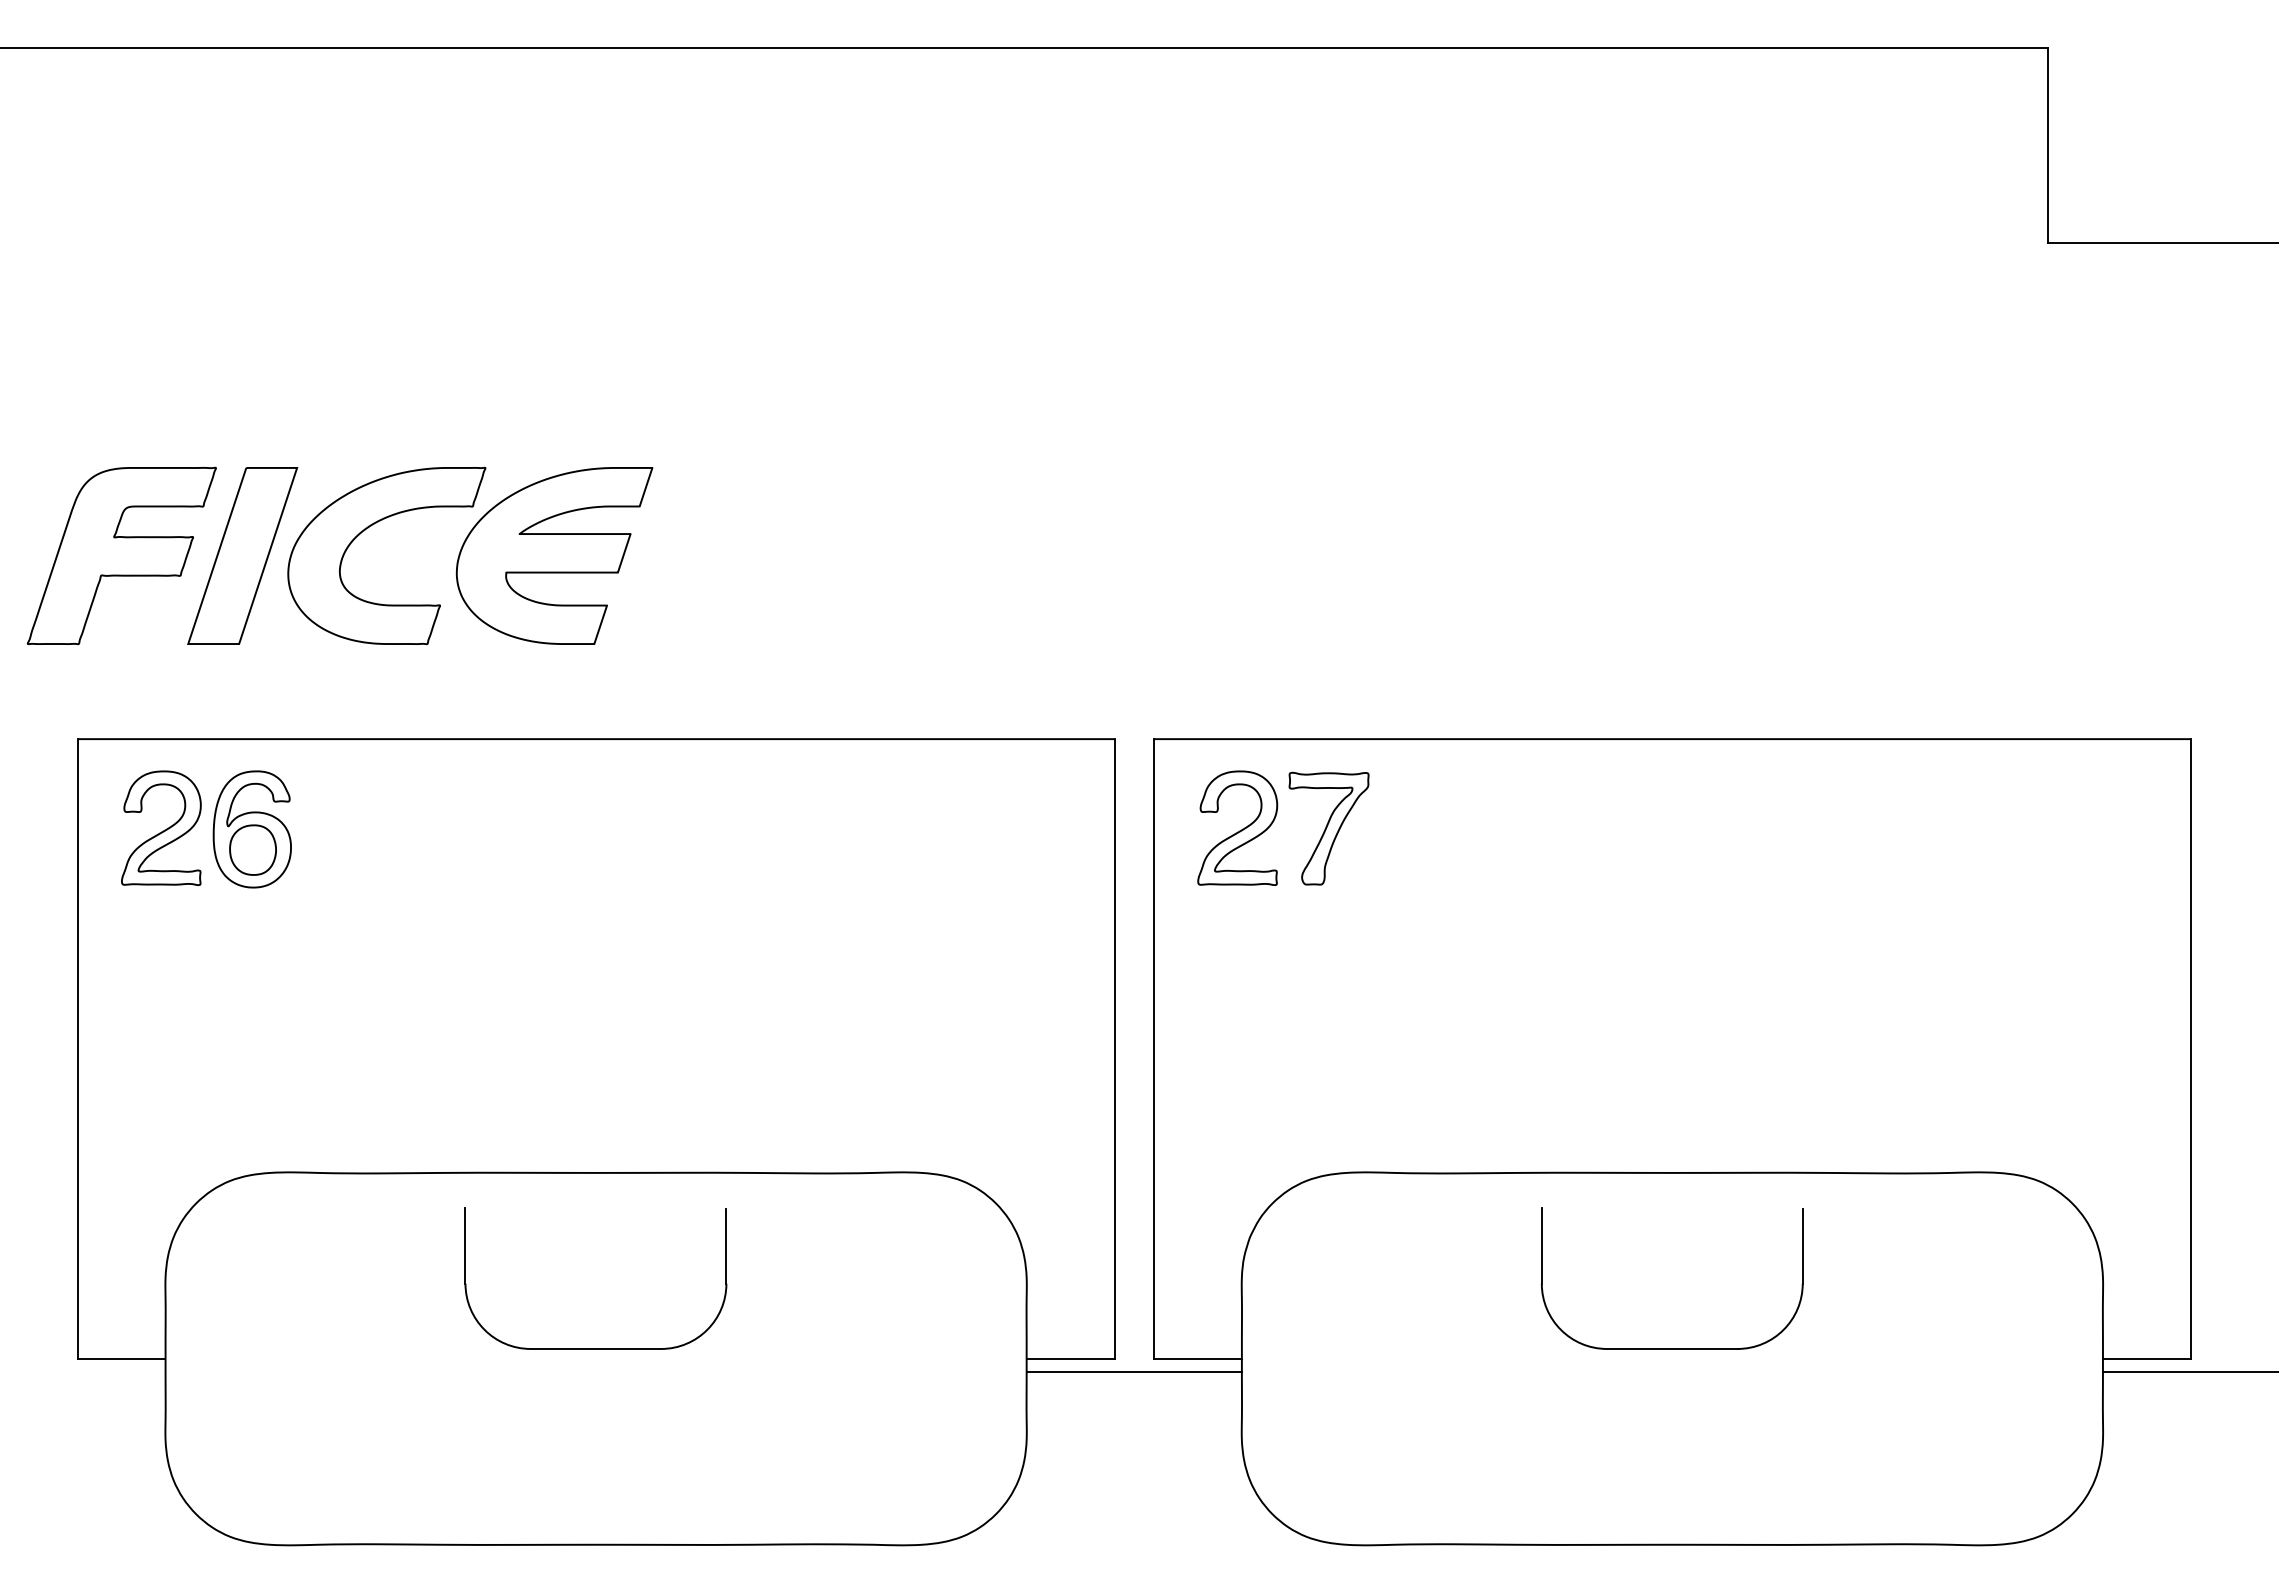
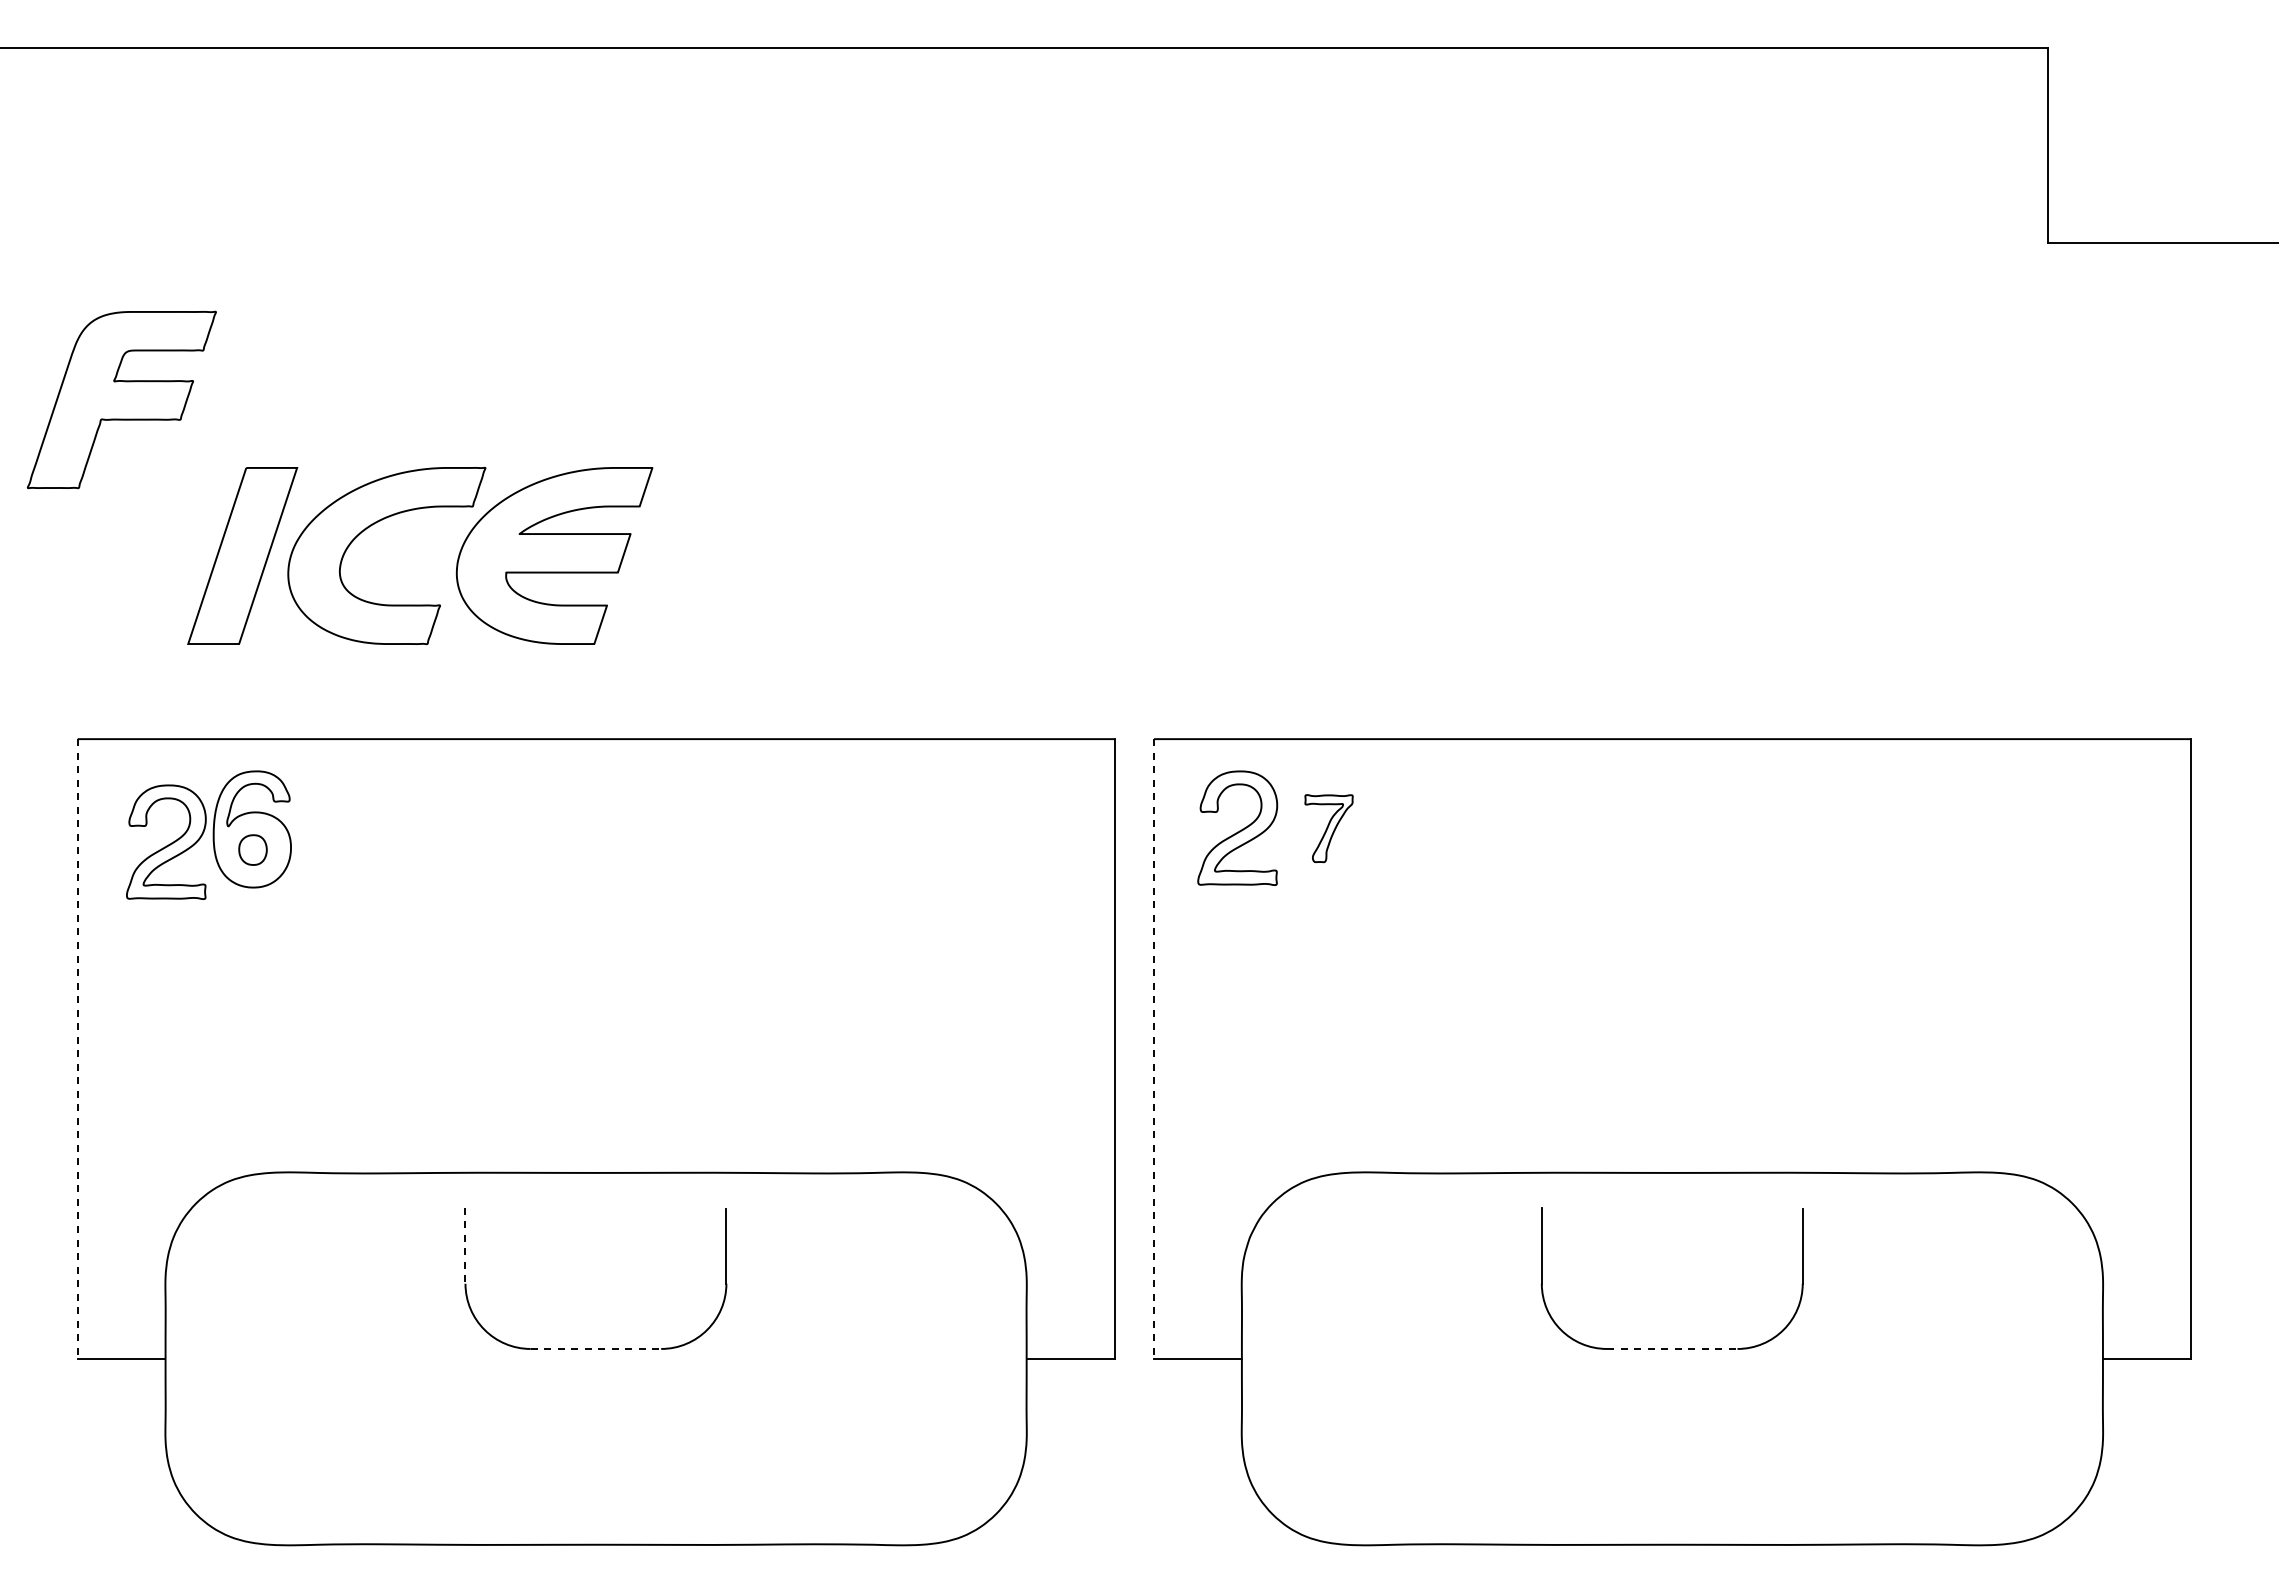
part at (121, 555) position: (121, 555) -> (121, 399)
part at (161, 827) position: (161, 827) -> (166, 841)
part at (1328, 828) size: 82x115 px -> 50x70 px
part at (252, 849) size: 48x52 px -> 30x32 px
line at (77, 1049): solid -> dashed
line at (1154, 1049): solid -> dashed
line at (465, 1246): solid -> dashed
line at (596, 1348): solid -> dashed
line at (1672, 1348): solid -> dashed
line at (1133, 1371): present -> none
line at (2188, 1371): present -> none
